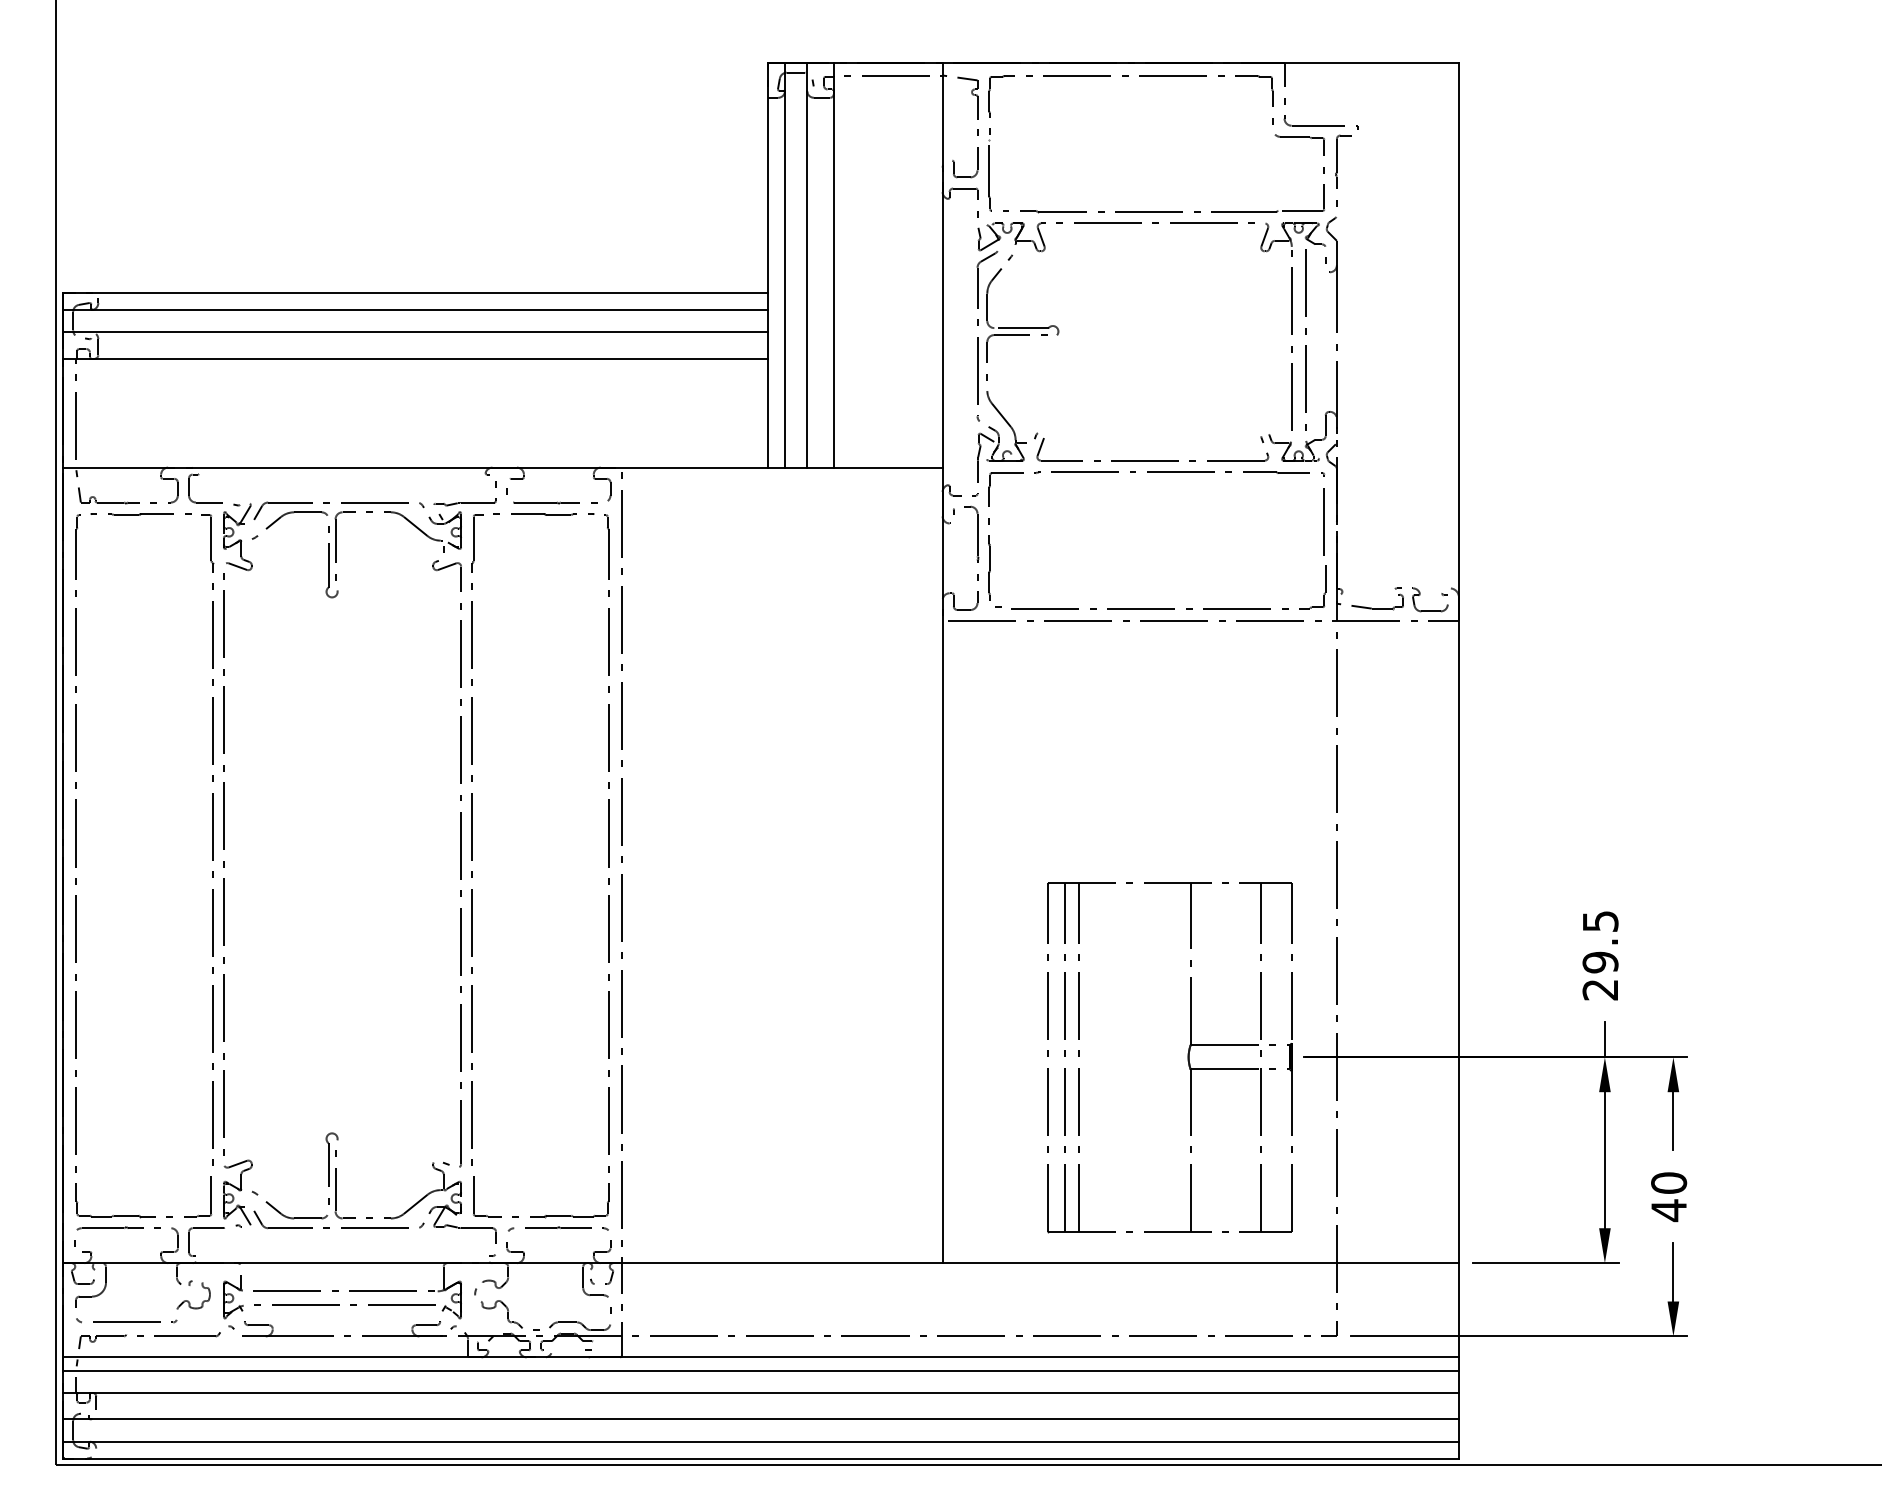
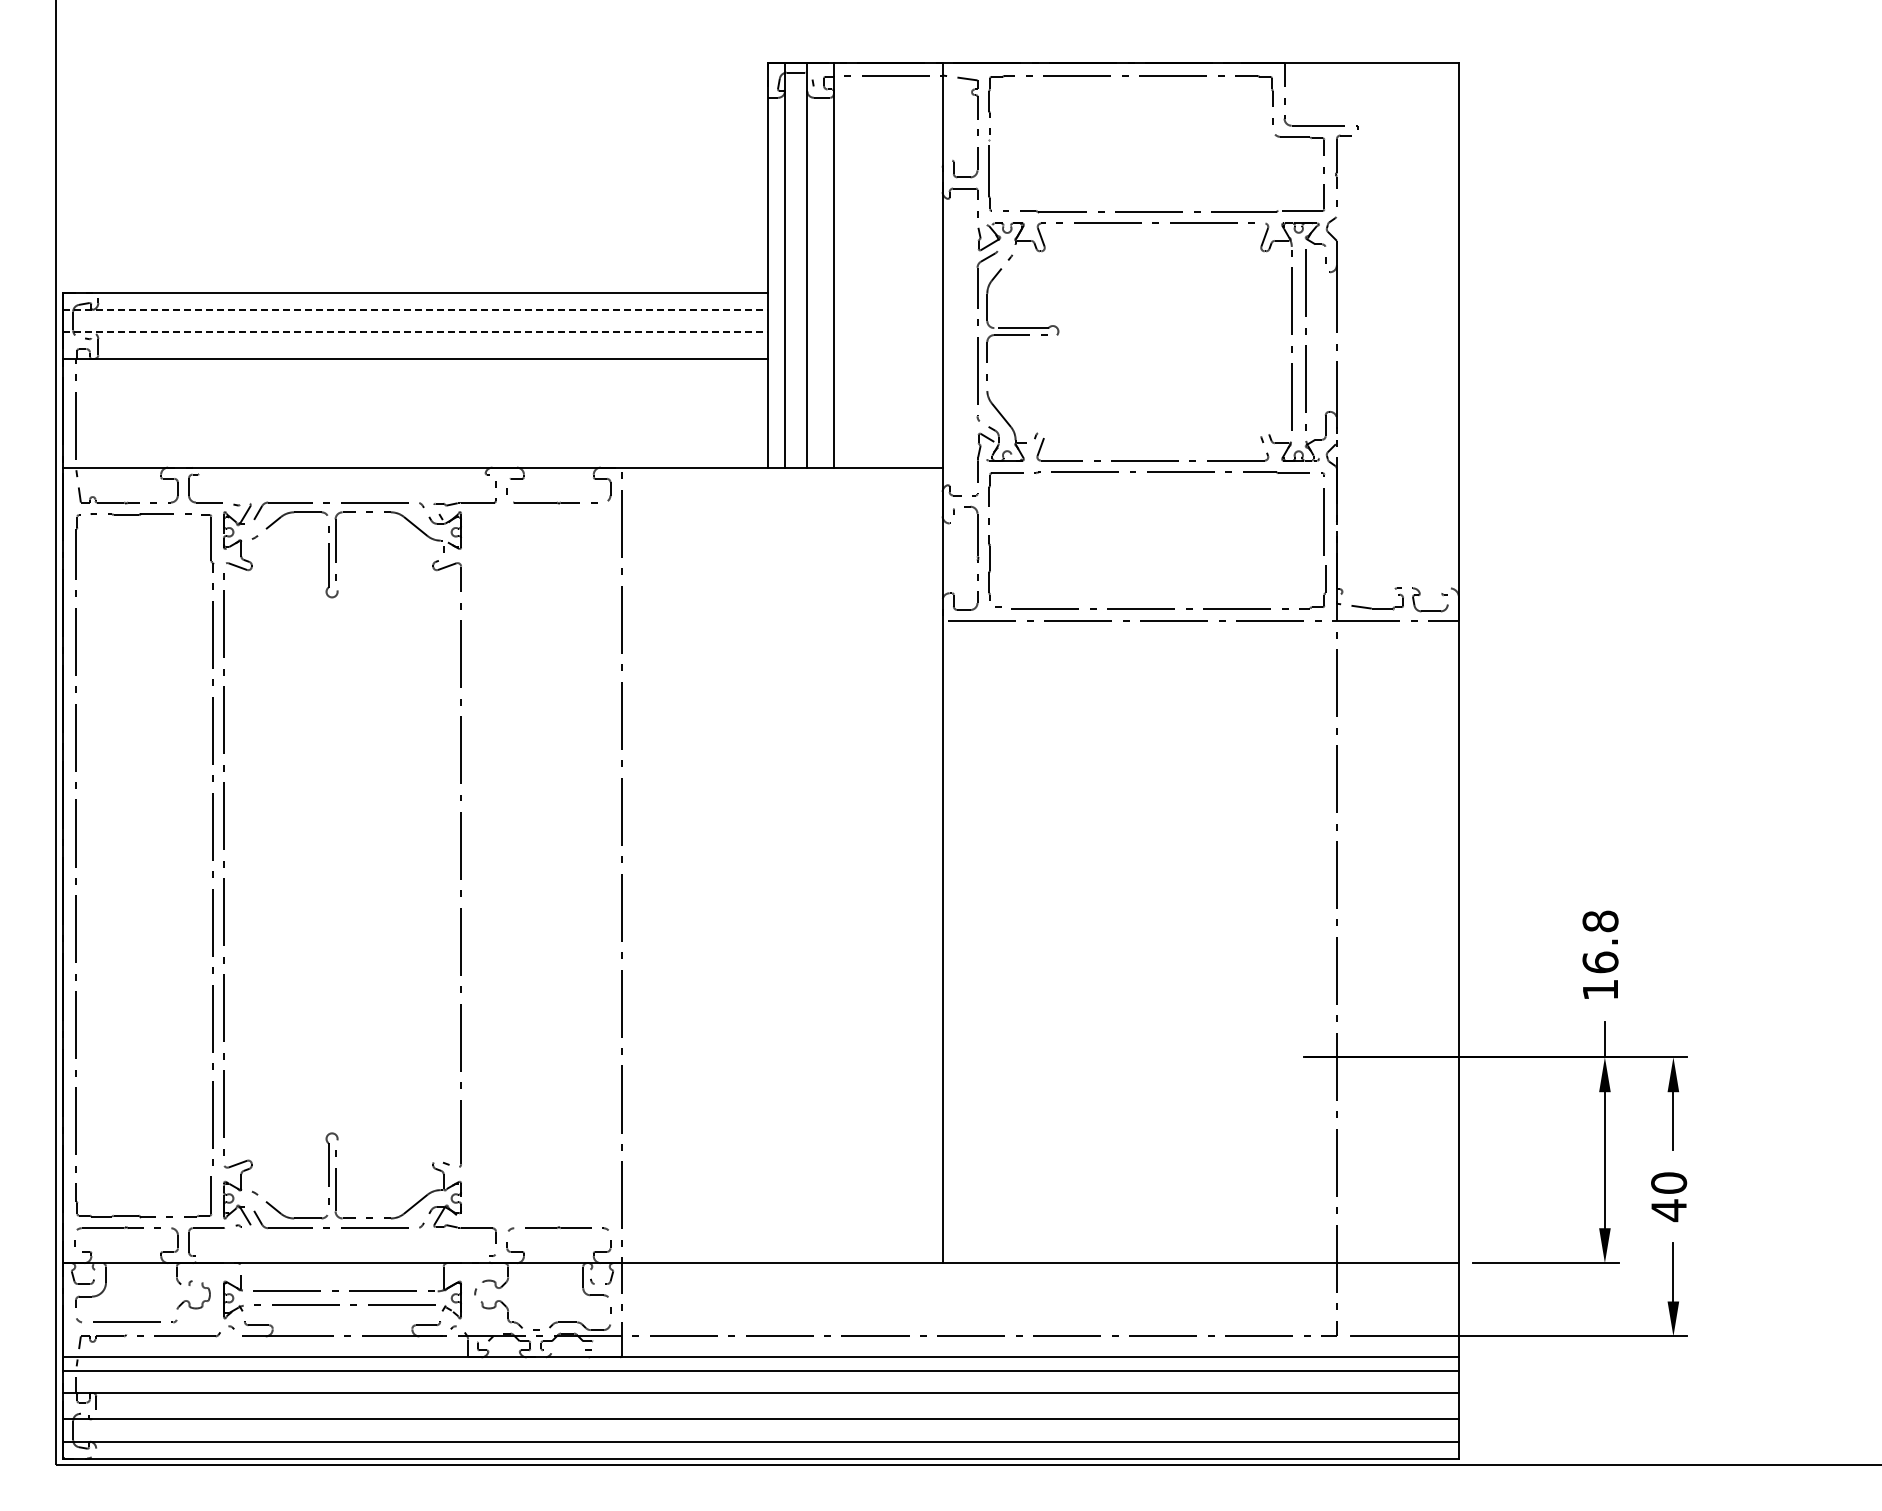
line at (416, 309): solid -> dashed
line at (416, 332): solid -> dashed
part at (608, 865): present -> none
text at (1600, 955): 29.5 -> 16.8
part at (1187, 1057): present -> none
